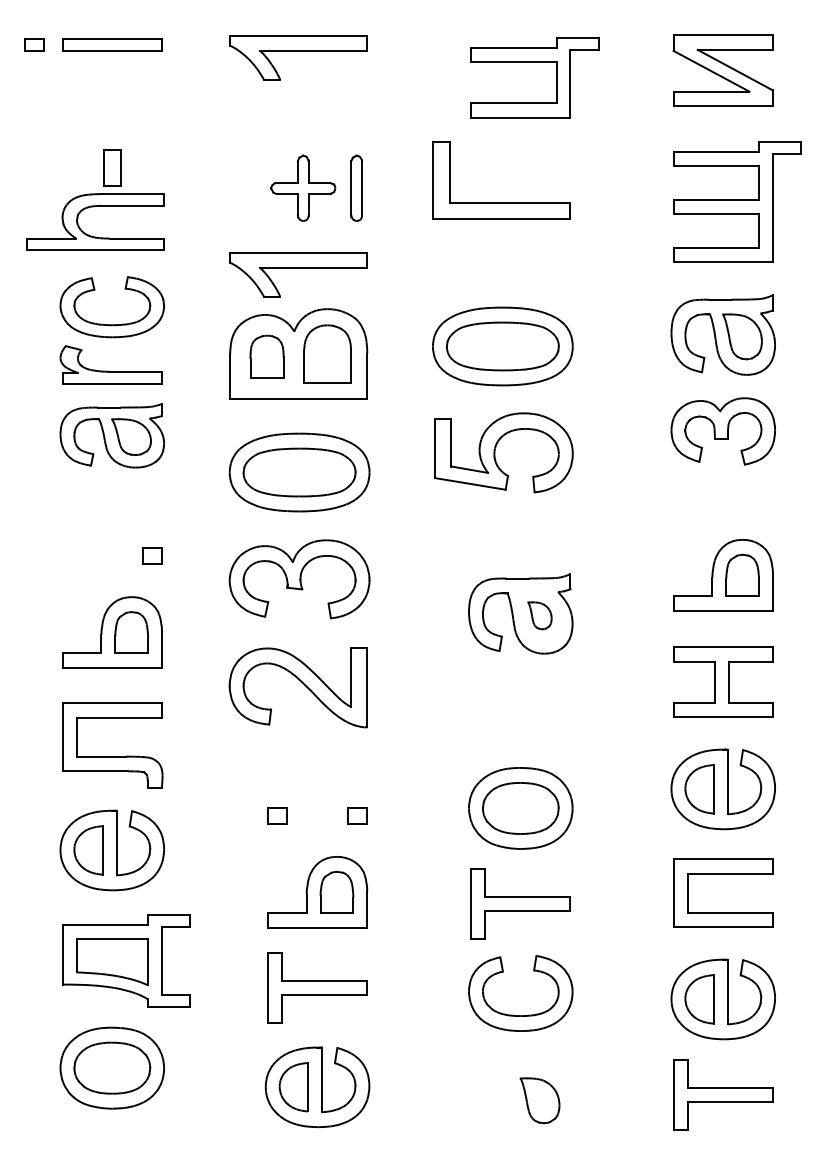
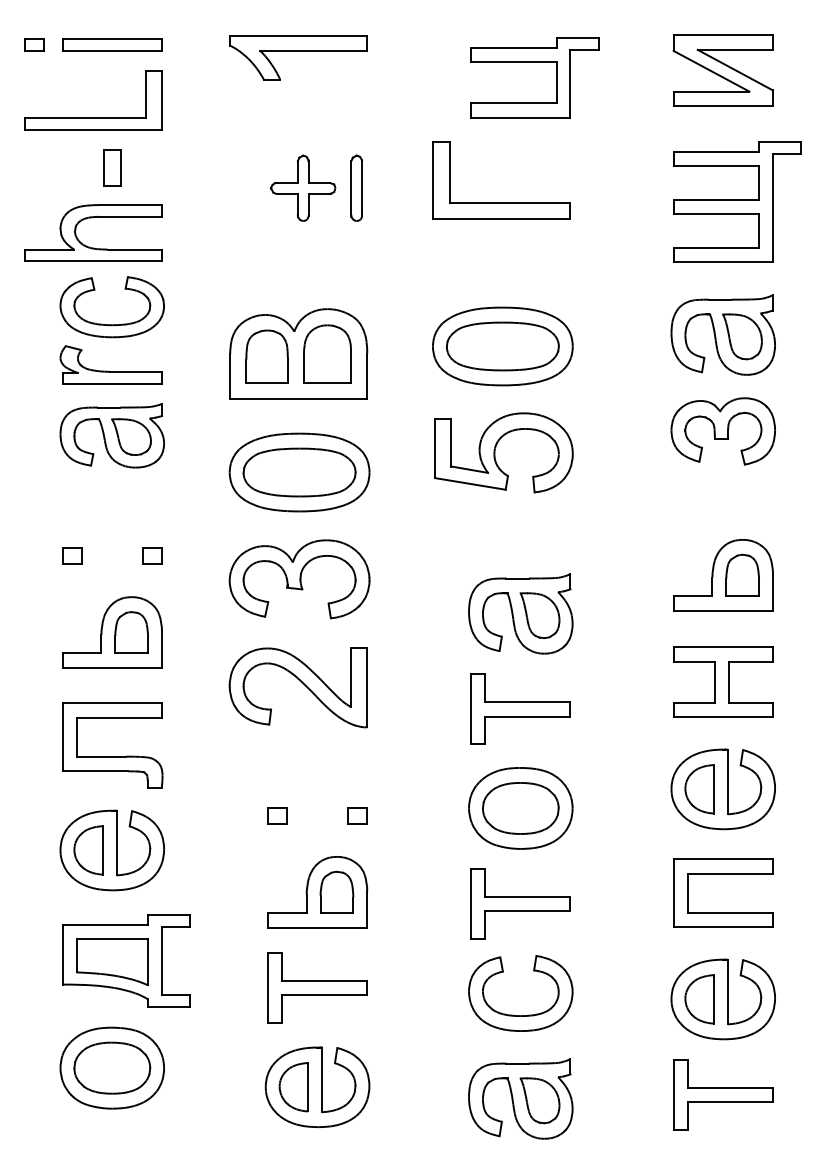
part at (93, 117): none -> present
part at (94, 207) position: (94, 207) -> (92, 218)
part at (298, 274): present -> none
part at (266, 356) size: 36x45 px -> 44x55 px
part at (72, 555): none -> present
part at (539, 615) size: 26x30 px -> 42x48 px
part at (520, 708): none -> present
part at (520, 1098): none -> present
